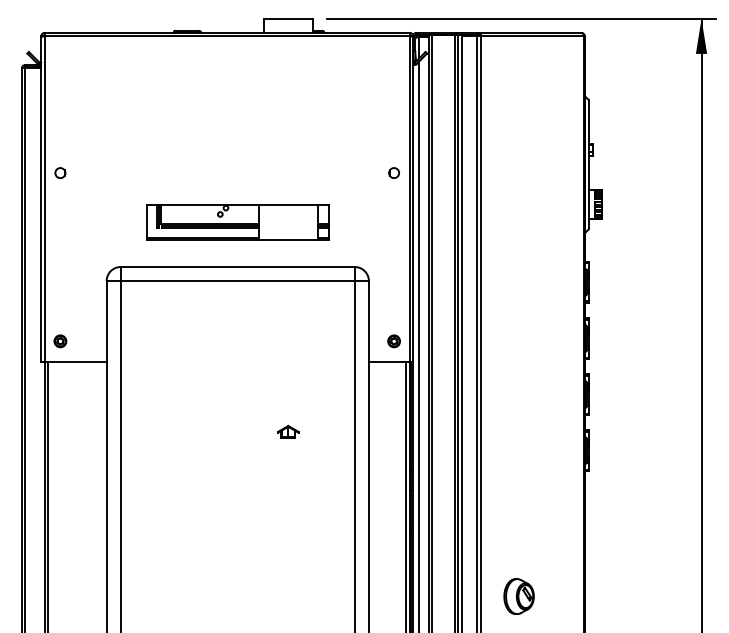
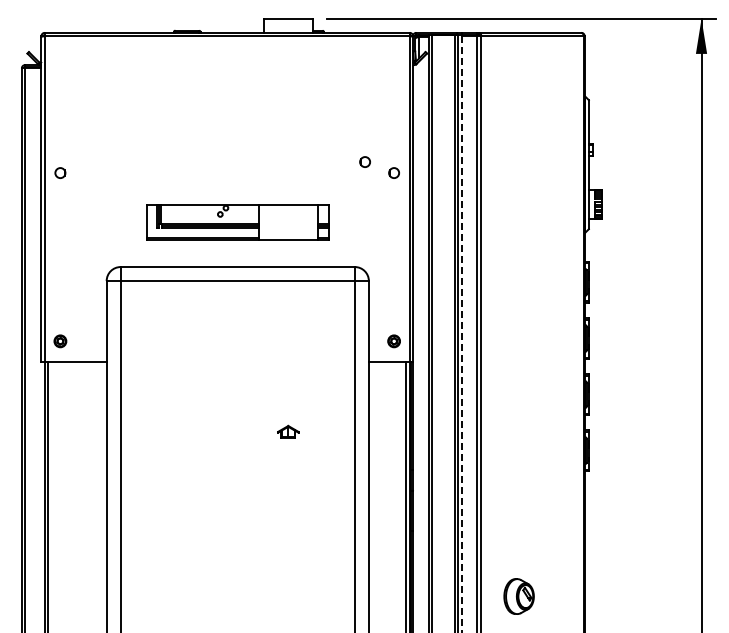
circle at (364, 161): none -> present
line at (462, 334): solid -> dashed
line at (419, 345): present -> none
